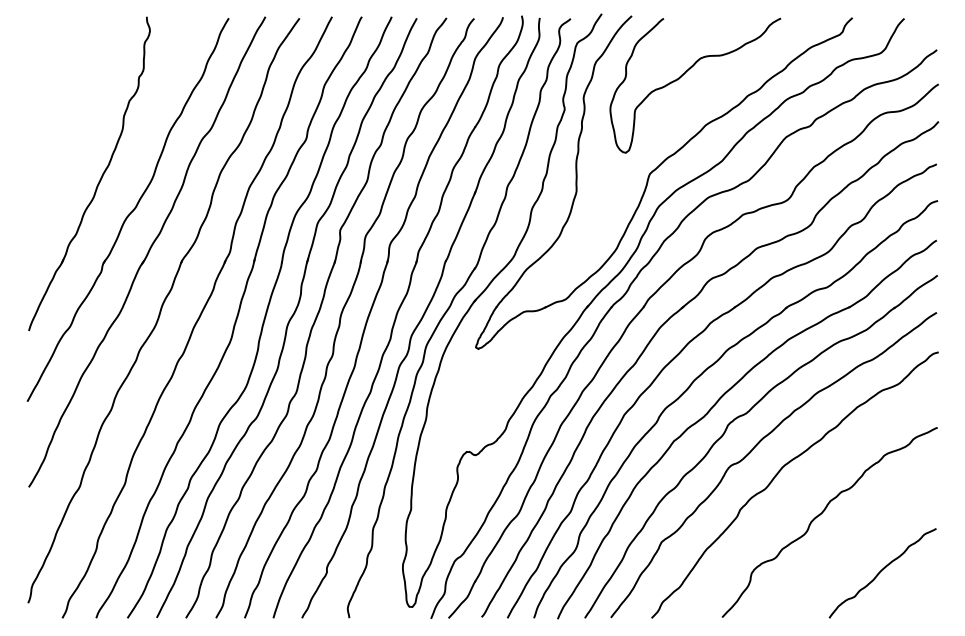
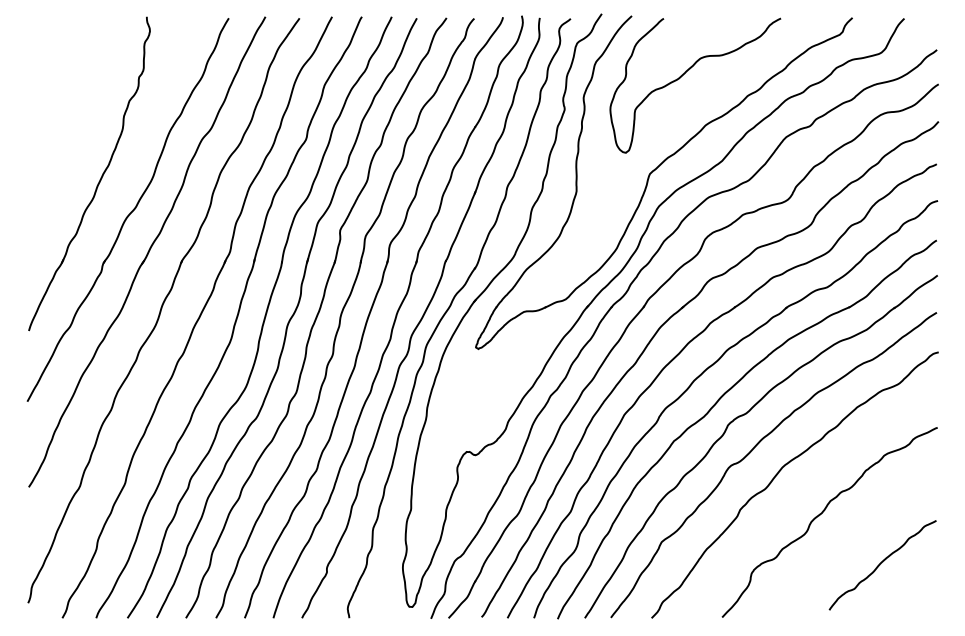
curve at (880, 573) position: (880, 573) -> (880, 565)
